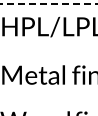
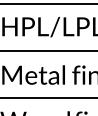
line at (48, 4): dashed -> solid
line at (48, 51): none -> present
line at (48, 97): none -> present
